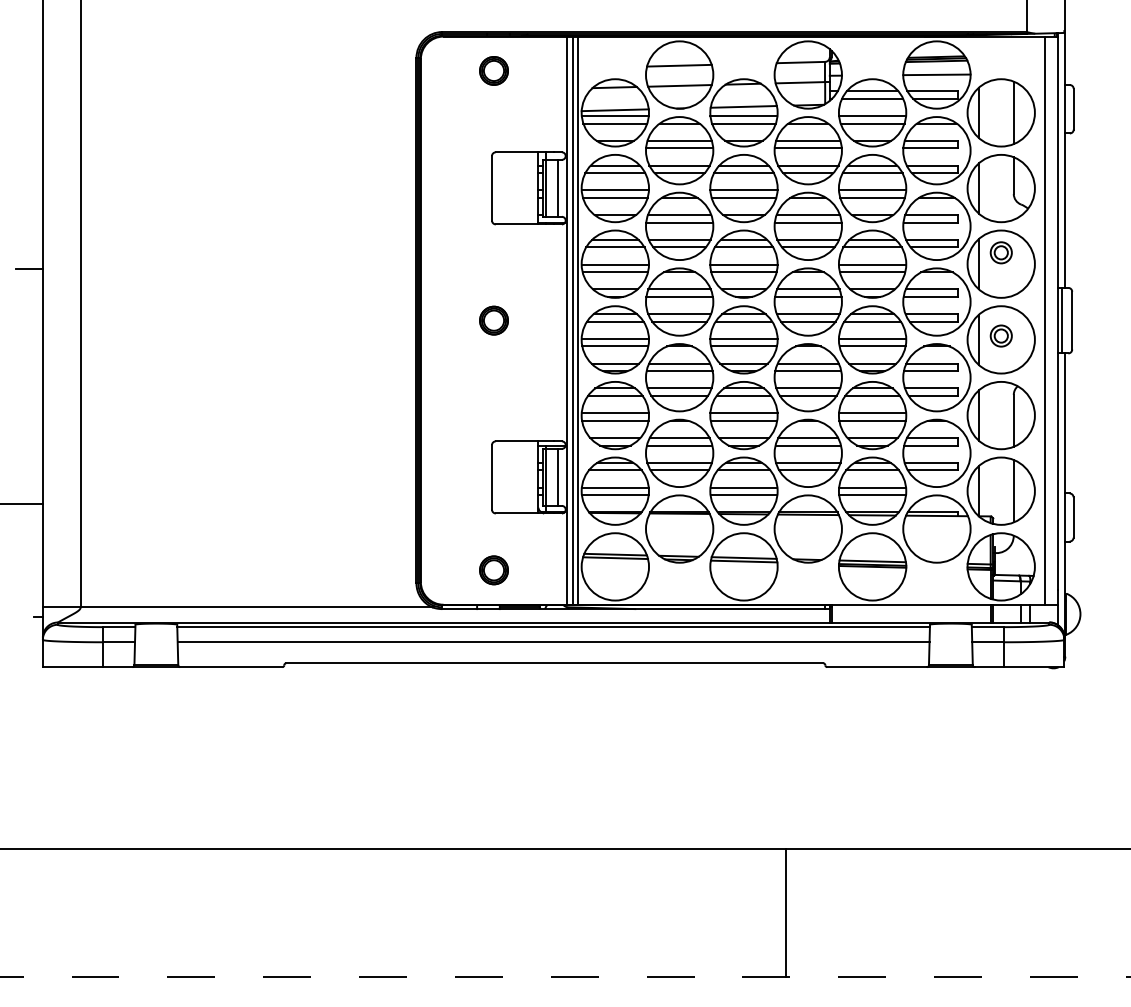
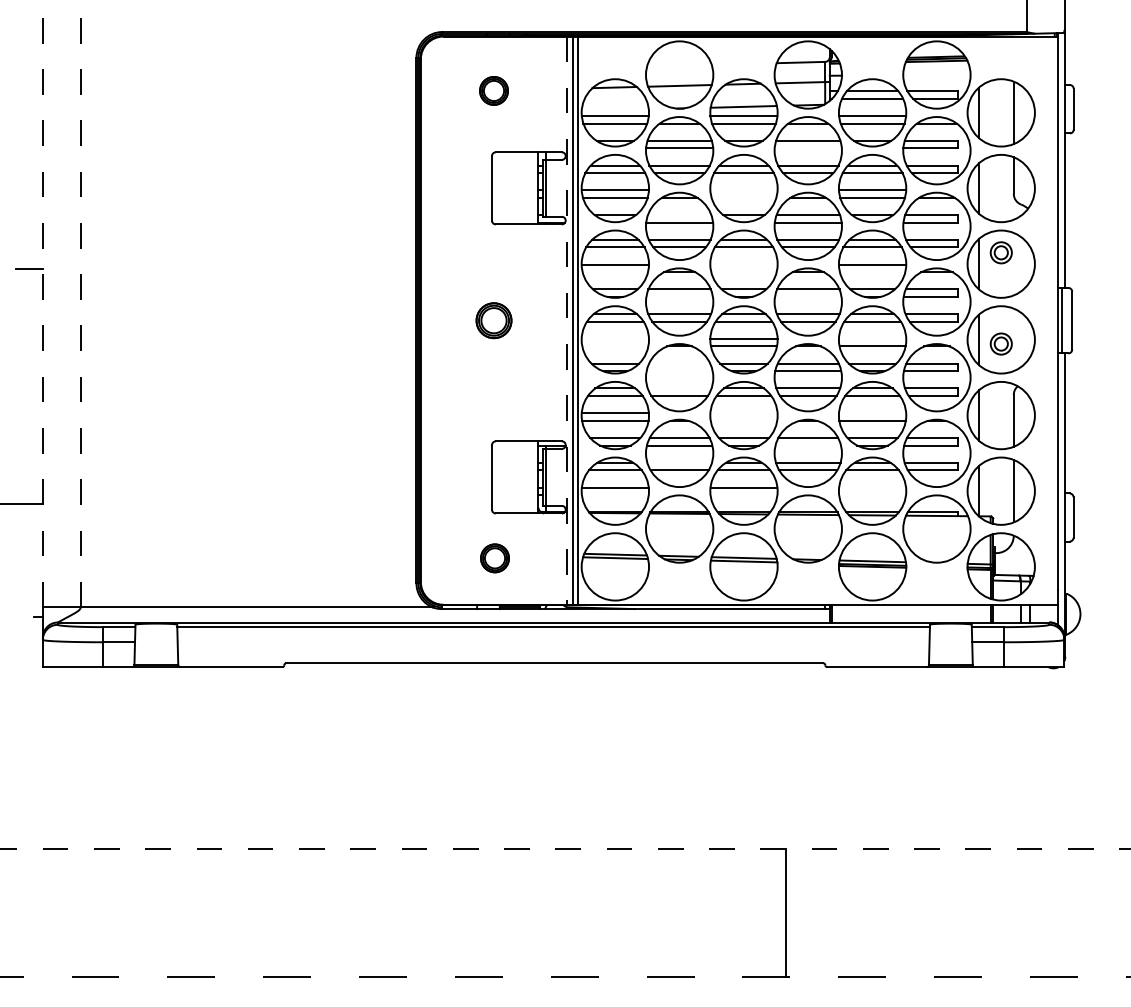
line at (679, 65): present -> none
part at (493, 70) position: (493, 70) -> (493, 90)
line at (936, 74): present -> none
line at (614, 110): present -> none
line at (807, 148): present -> none
line at (557, 187): present -> none
line at (743, 190): present -> none
line at (743, 197): present -> none
line at (679, 215): present -> none
line at (743, 264): present -> none
line at (615, 272): present -> none
line at (743, 272): present -> none
line at (872, 272): present -> none
line at (679, 296): present -> none
line at (808, 296): present -> none
line at (42, 303): solid -> dashed
line at (80, 303): solid -> dashed
part at (493, 320) size: 30x31 px -> 38x38 px
line at (1044, 320): present -> none
line at (566, 321): solid -> dashed
part at (1000, 335) position: (1000, 335) -> (1000, 343)
line at (614, 338): present -> none
line at (872, 338): present -> none
line at (615, 346): present -> none
line at (679, 363): present -> none
line at (679, 371): present -> none
line at (679, 388): present -> none
line at (743, 413): present -> none
line at (872, 413): present -> none
line at (743, 420): present -> none
line at (808, 445): present -> none
line at (679, 462): present -> none
line at (557, 476): present -> none
line at (872, 487): present -> none
line at (614, 495): present -> none
line at (743, 495): present -> none
line at (872, 495): present -> none
part at (493, 570) position: (493, 570) -> (494, 558)
line at (553, 642): present -> none
line at (565, 848): solid -> dashed
